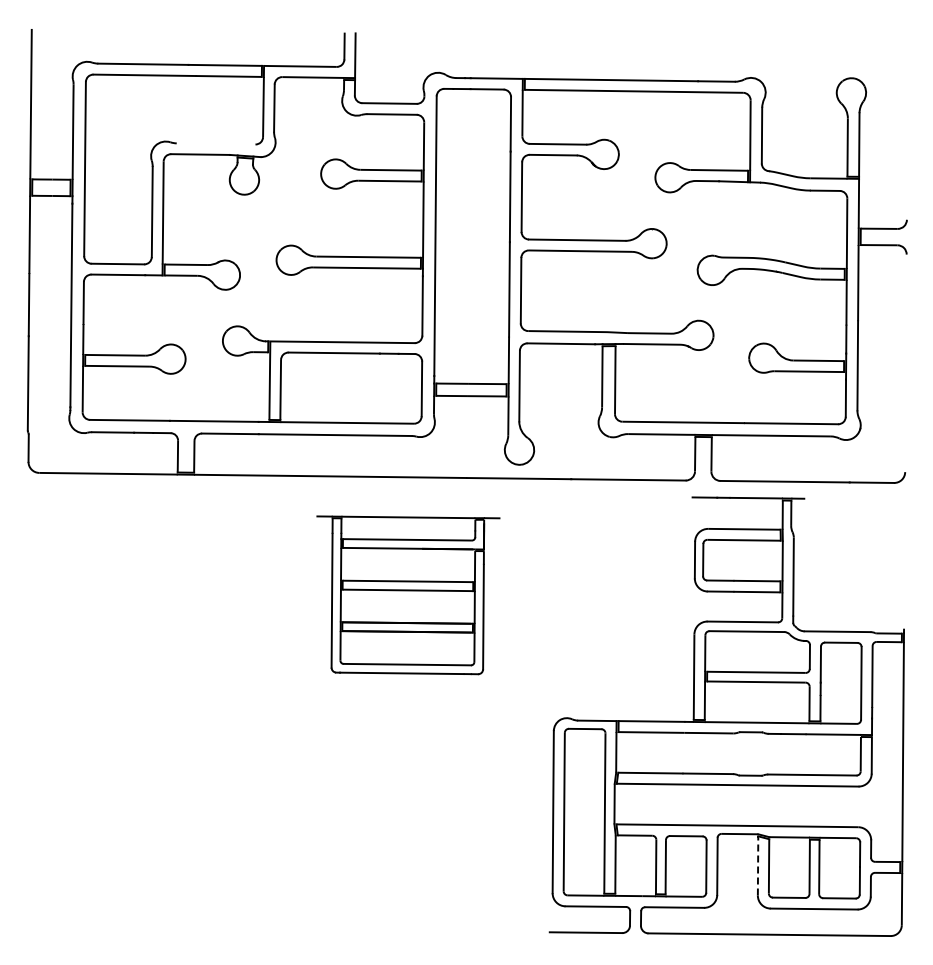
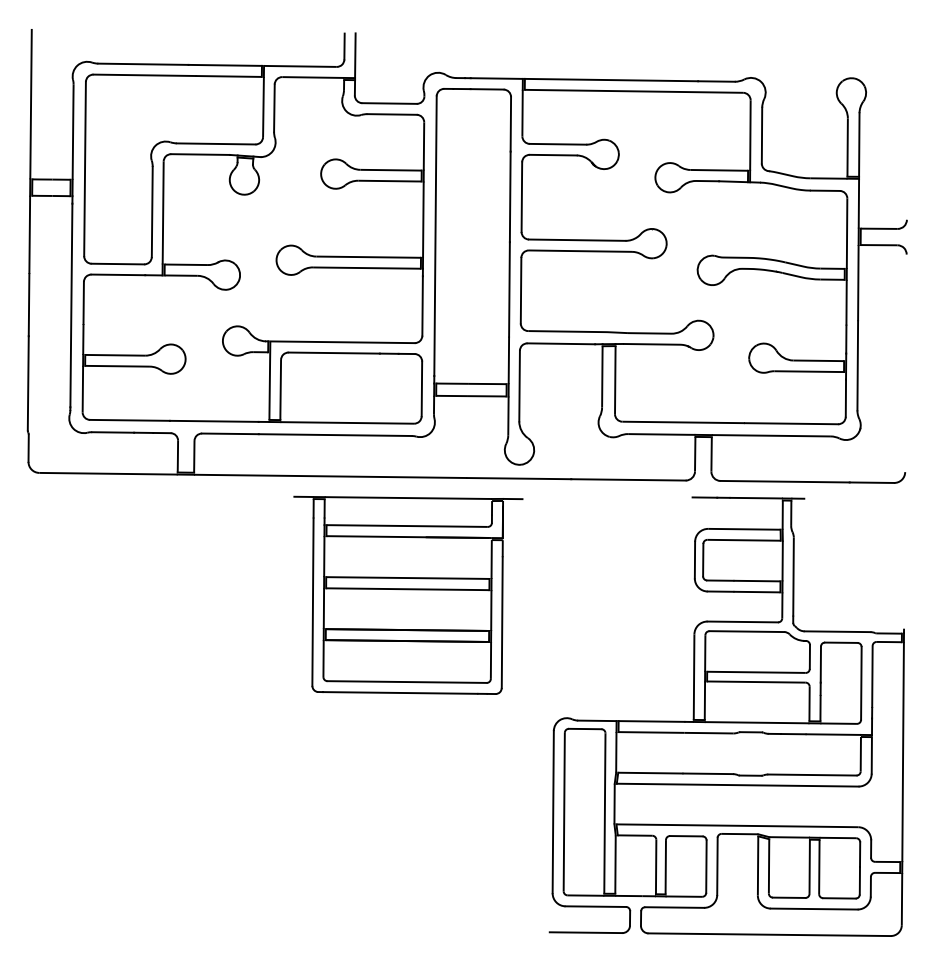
line at (215, 143): none -> present
part at (408, 595) size: 185x161 px -> 231x200 px
line at (758, 864): dashed -> solid
